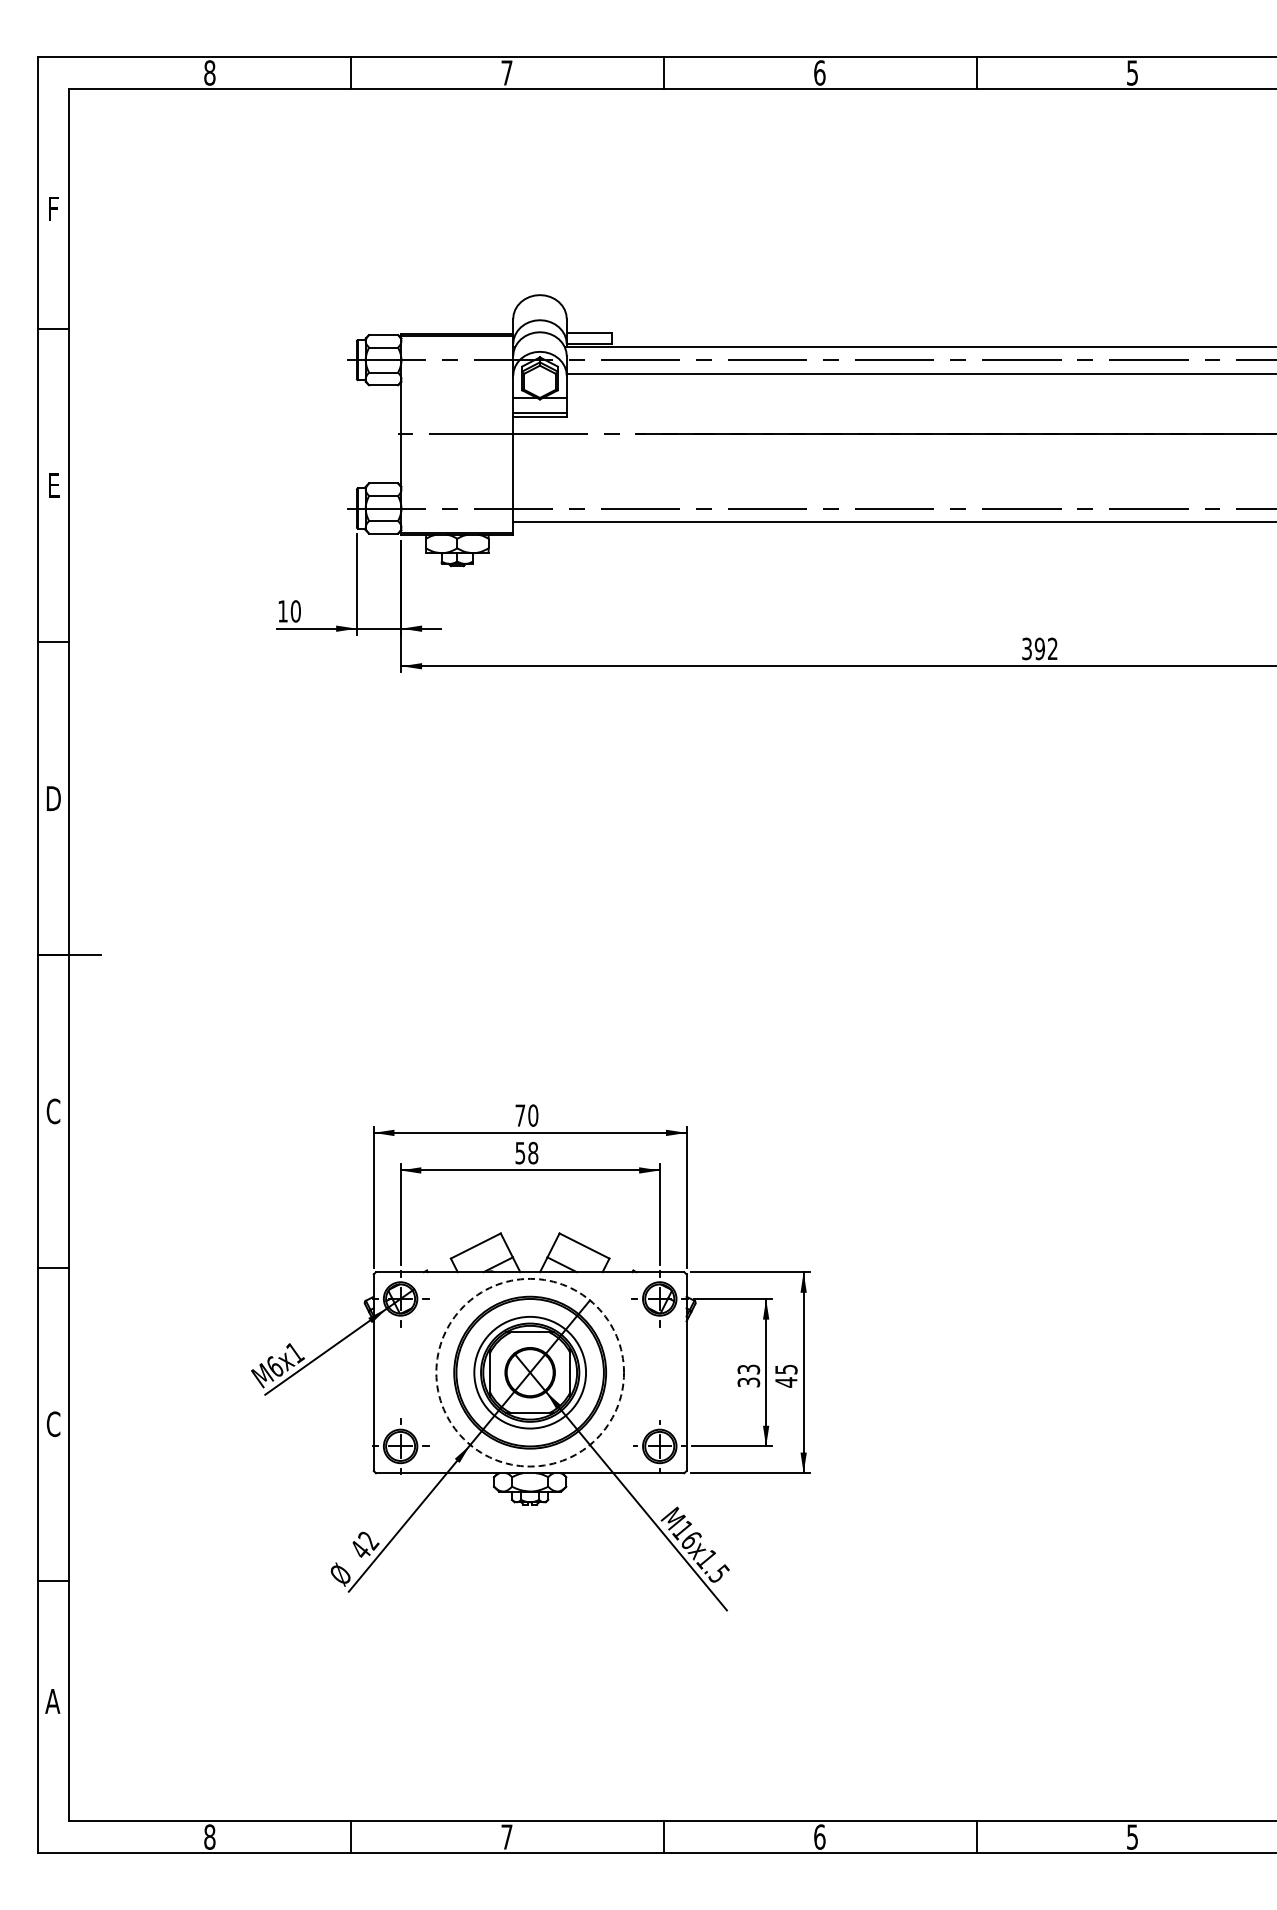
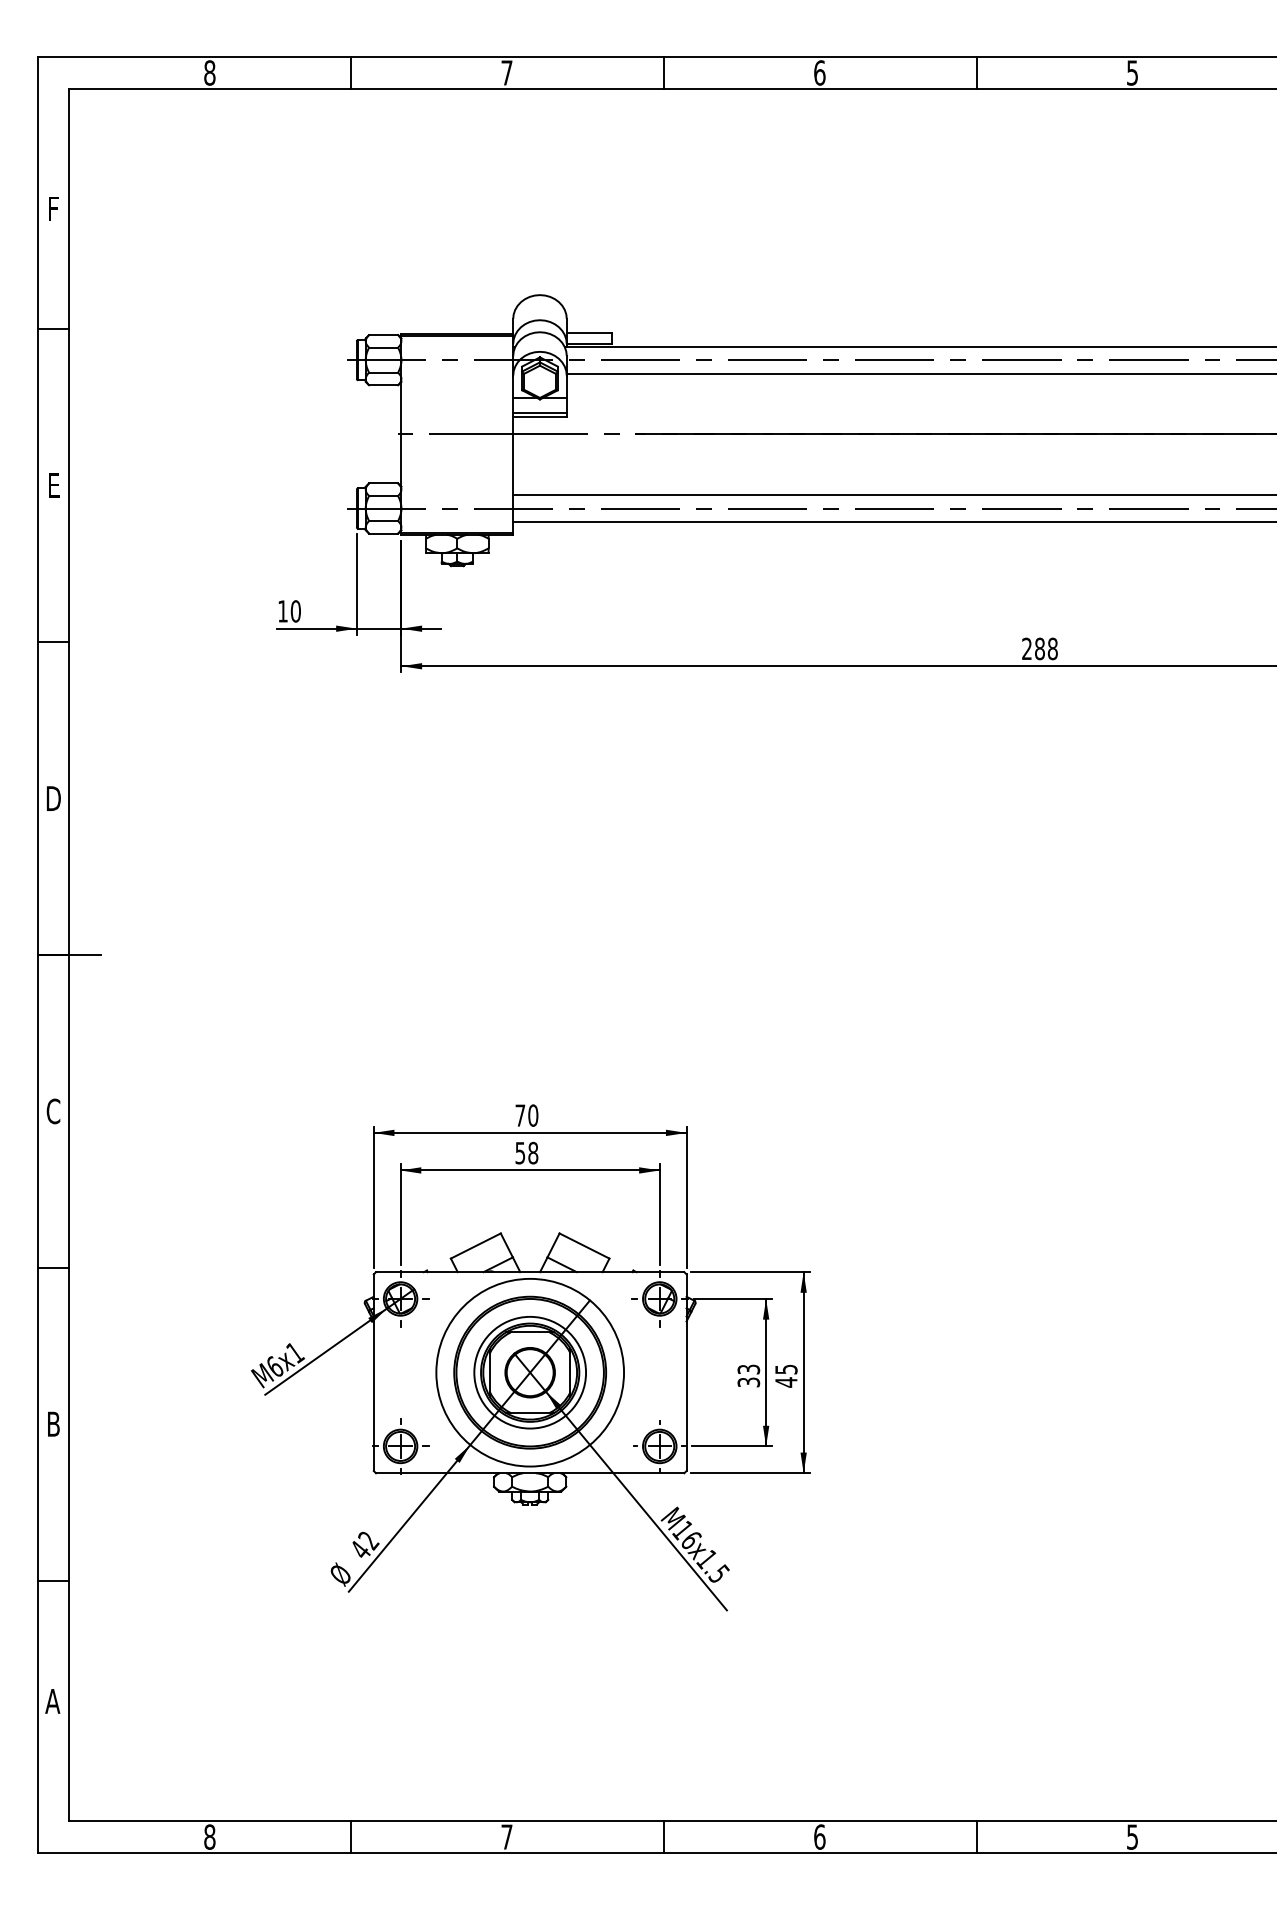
line at (893, 495): none -> present
text at (1039, 648): 392 -> 288
circle at (530, 1372): dashed -> solid
text at (53, 1423): C -> B
